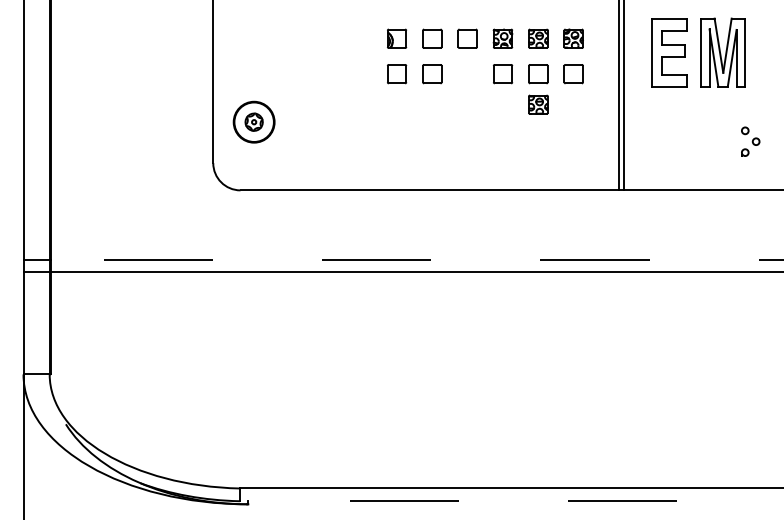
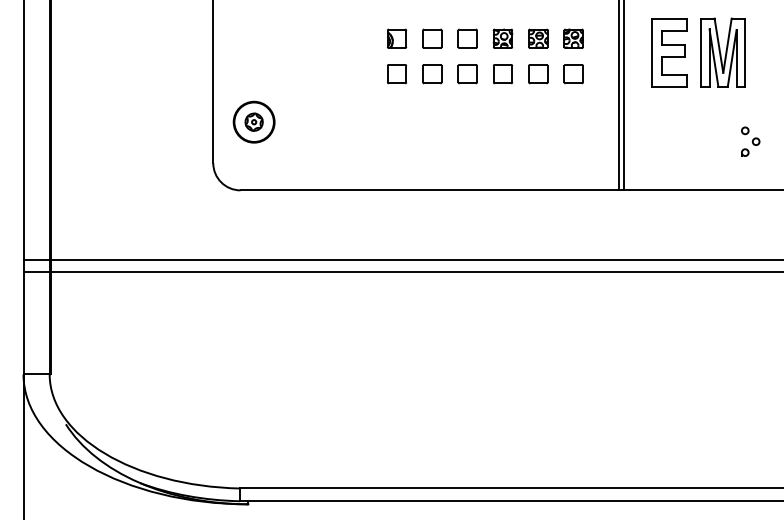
part at (467, 74): none -> present
part at (538, 104): present -> none
line at (416, 260): dashed -> solid
line at (511, 501): dashed -> solid
